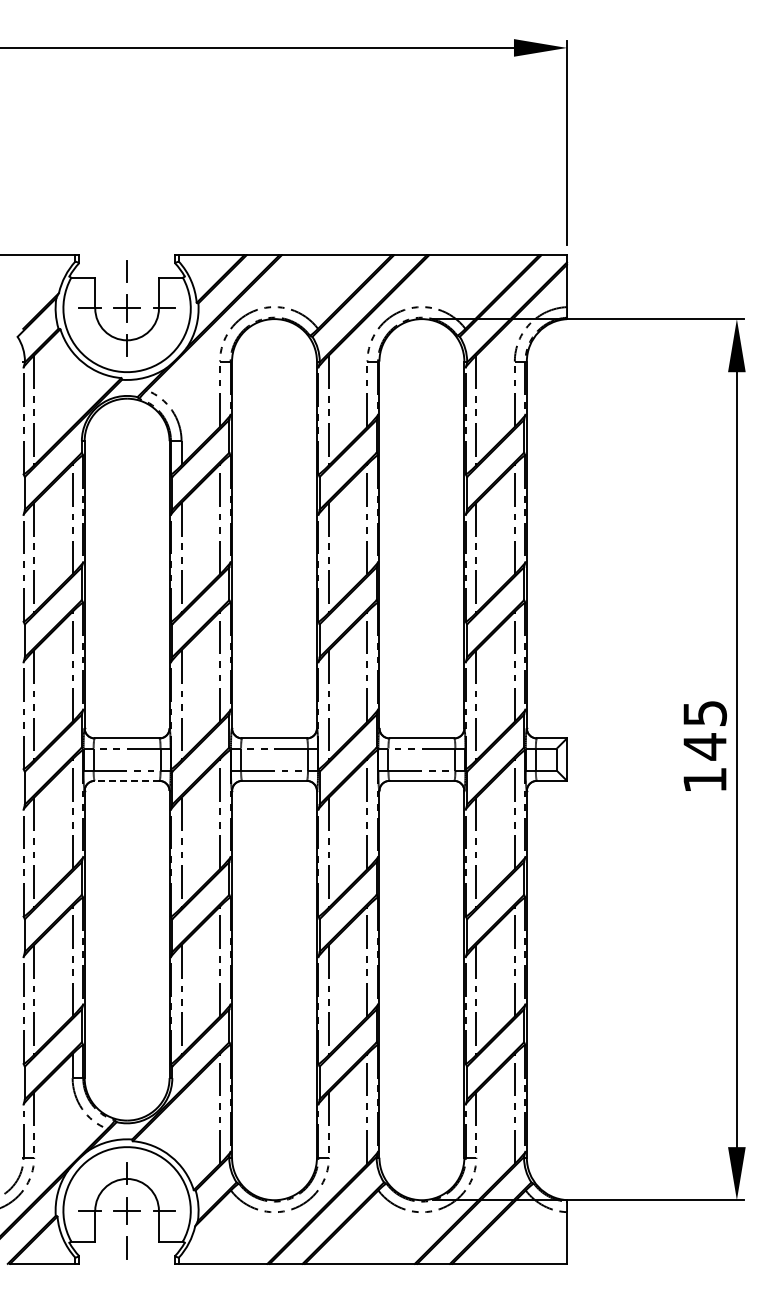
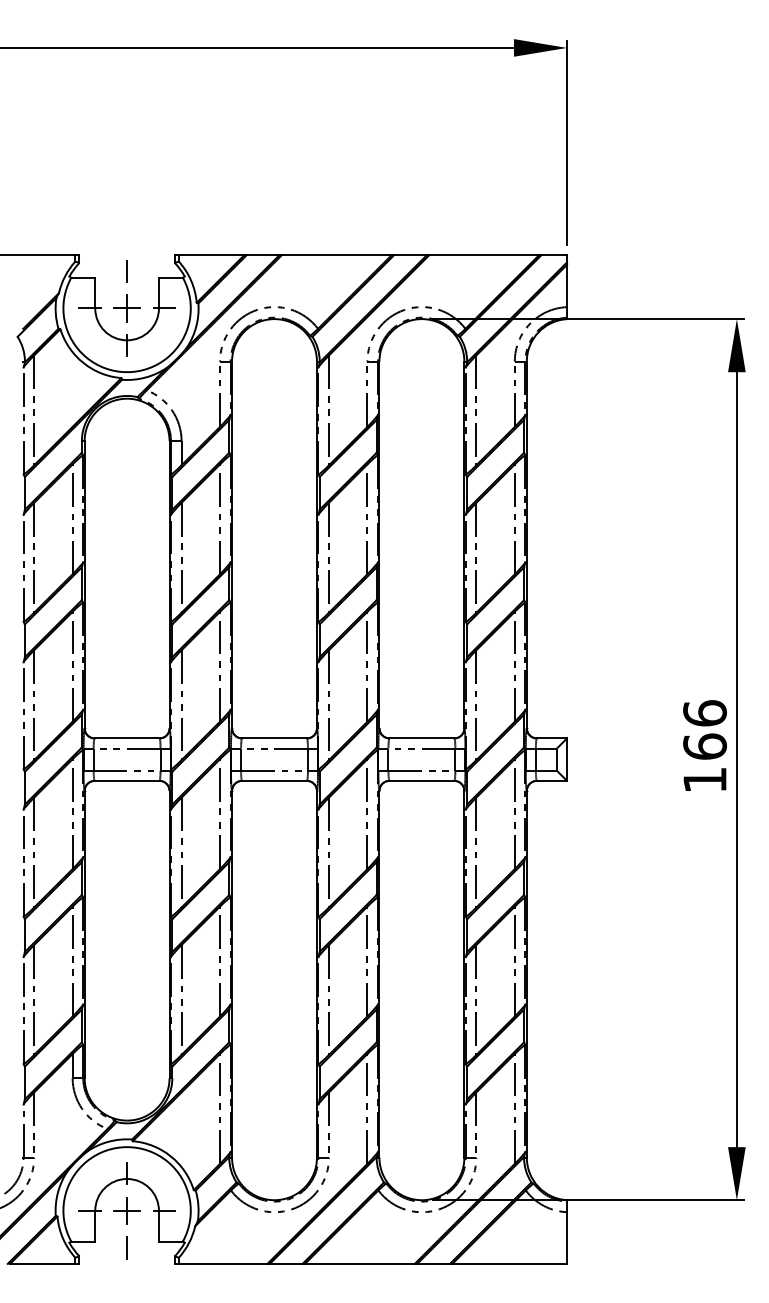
text at (705, 730): 145 -> 166
line at (126, 780): dashed -> solid
